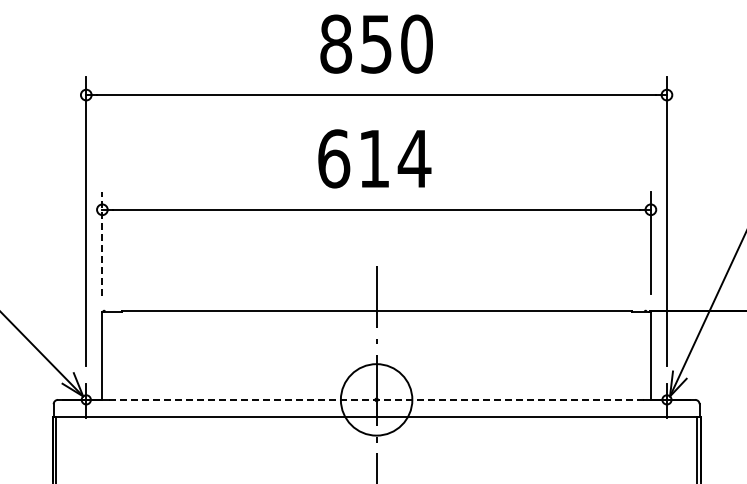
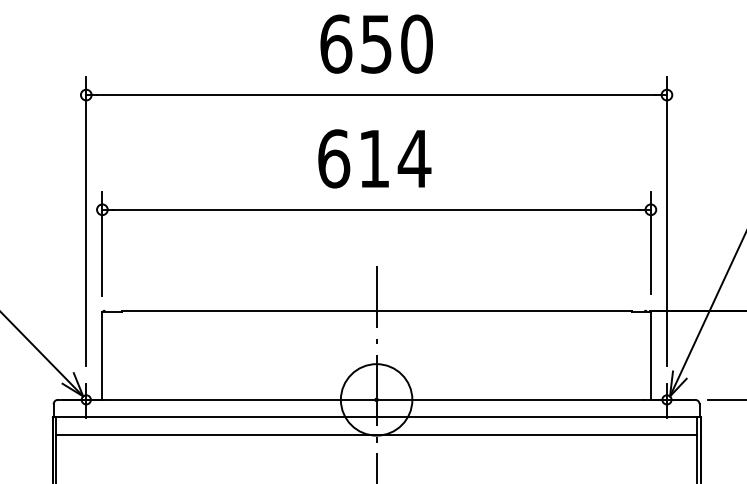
text at (336, 43): 850 -> 650
line at (102, 243): dashed -> solid
line at (377, 399): dashed -> solid
line at (725, 399): none -> present
line at (376, 434): none -> present
